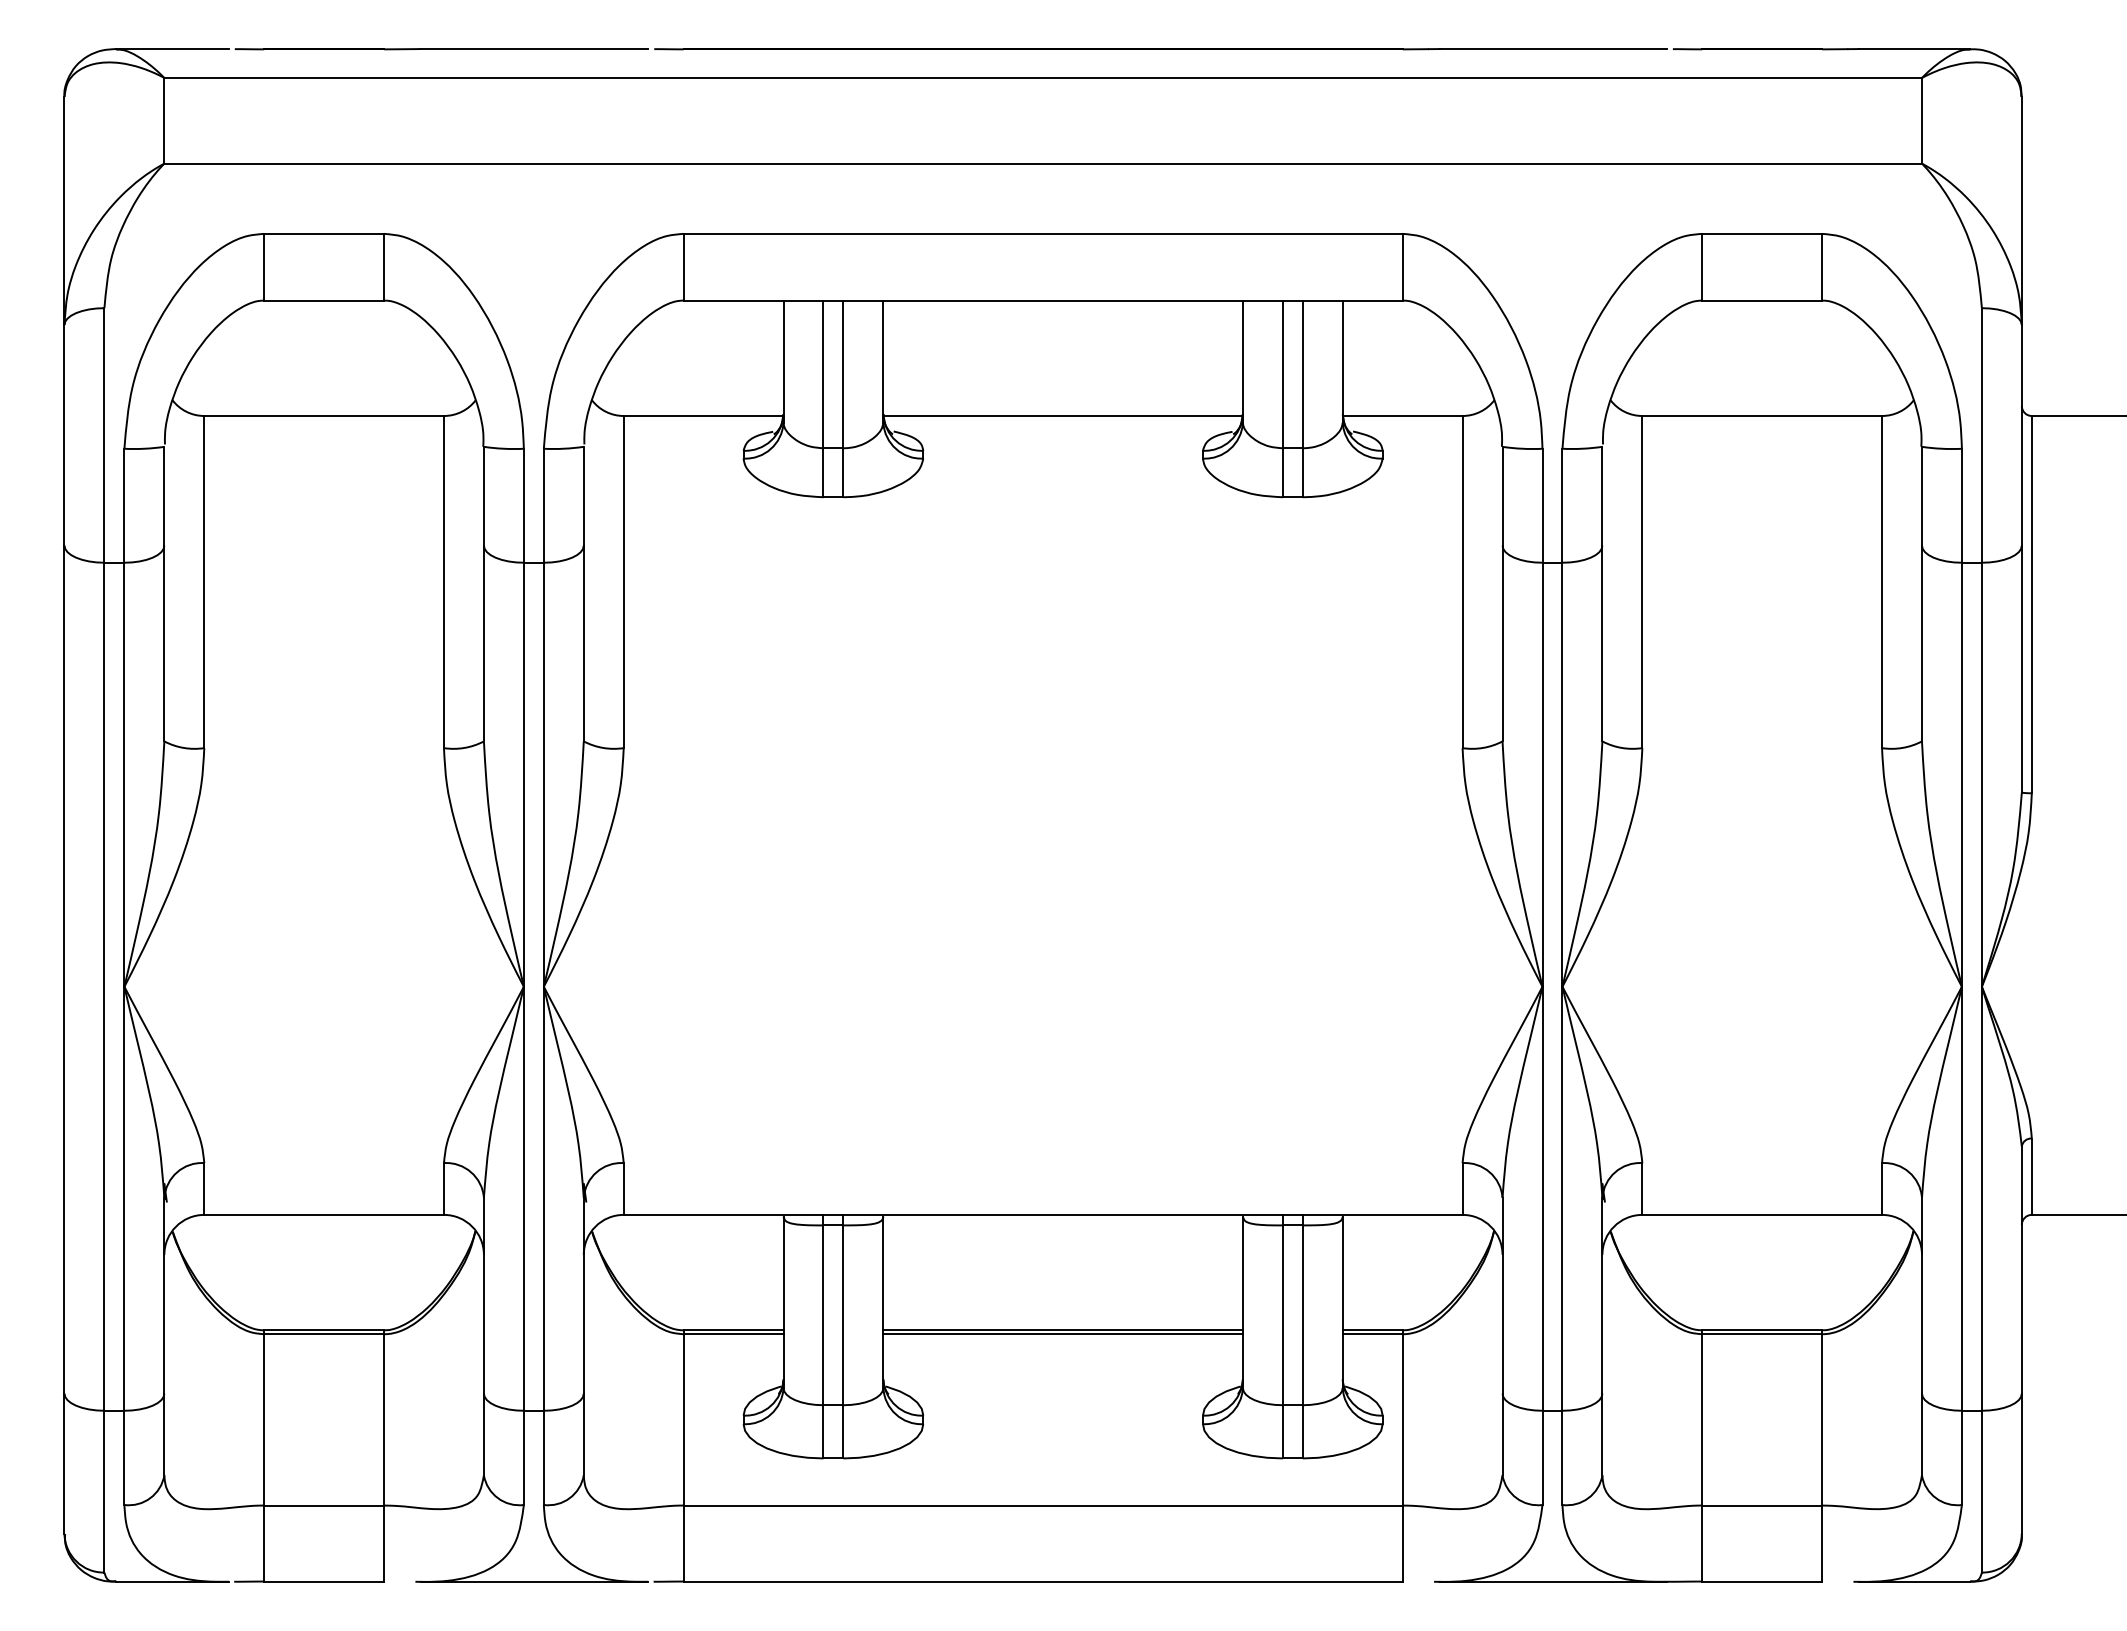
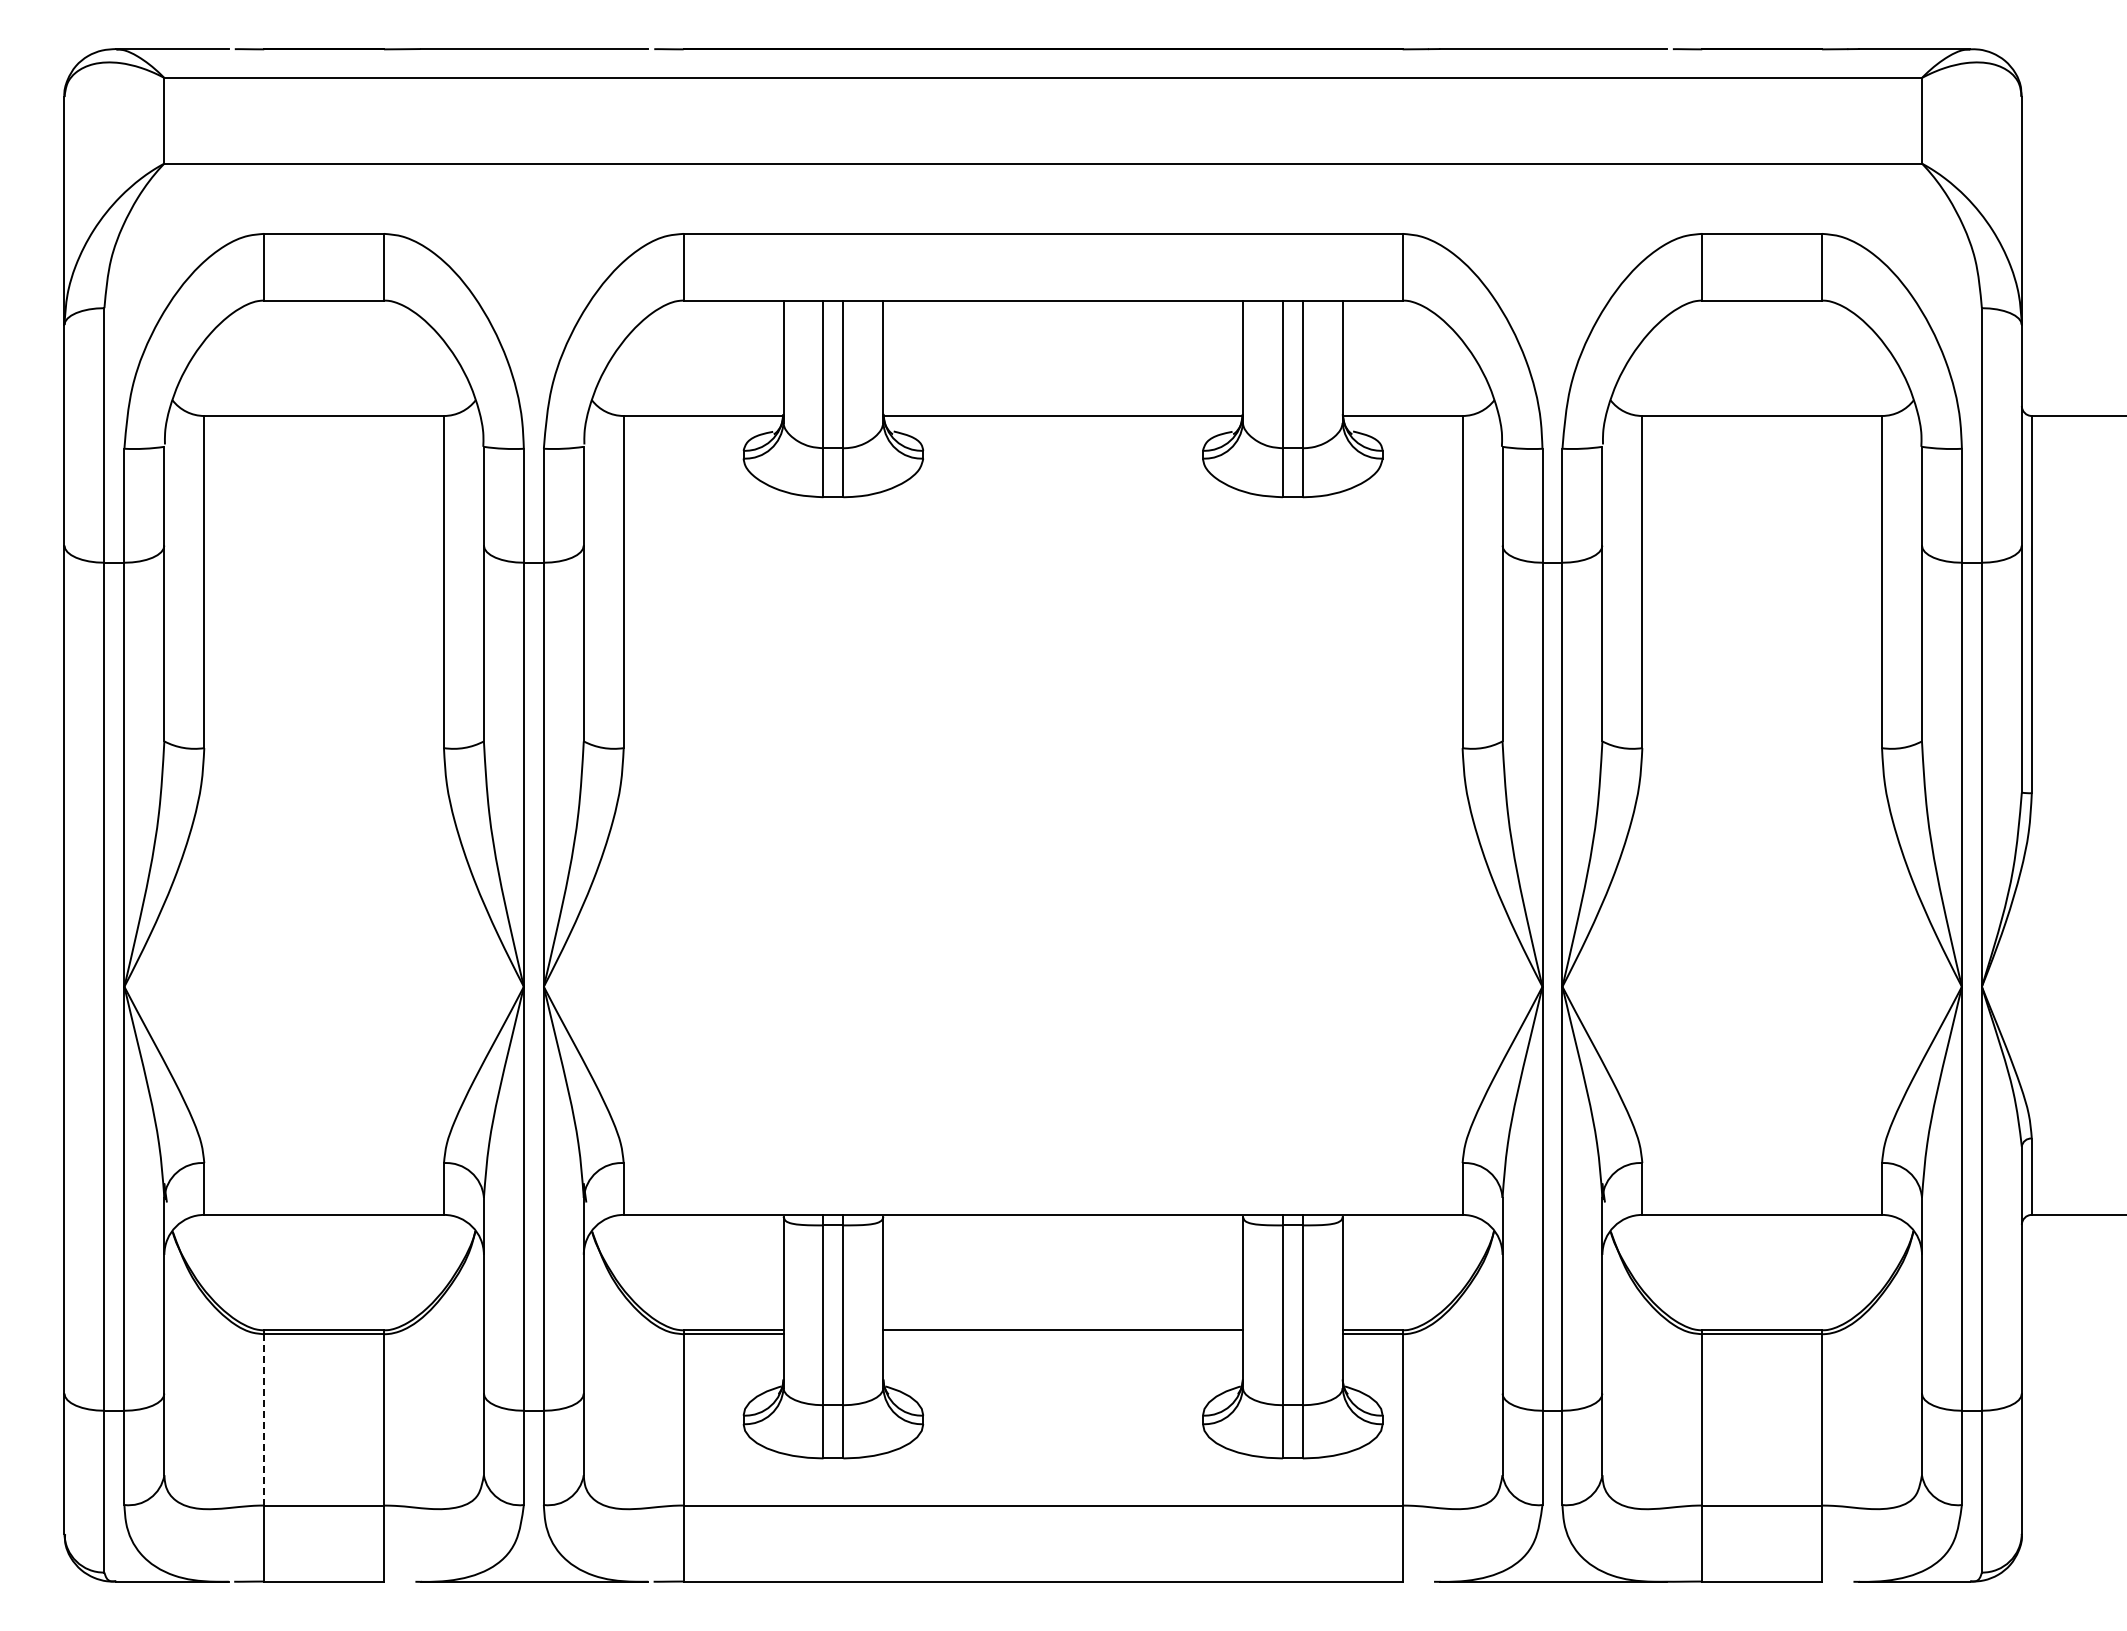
line at (1062, 1334): present -> none
line at (264, 1419): solid -> dashed
